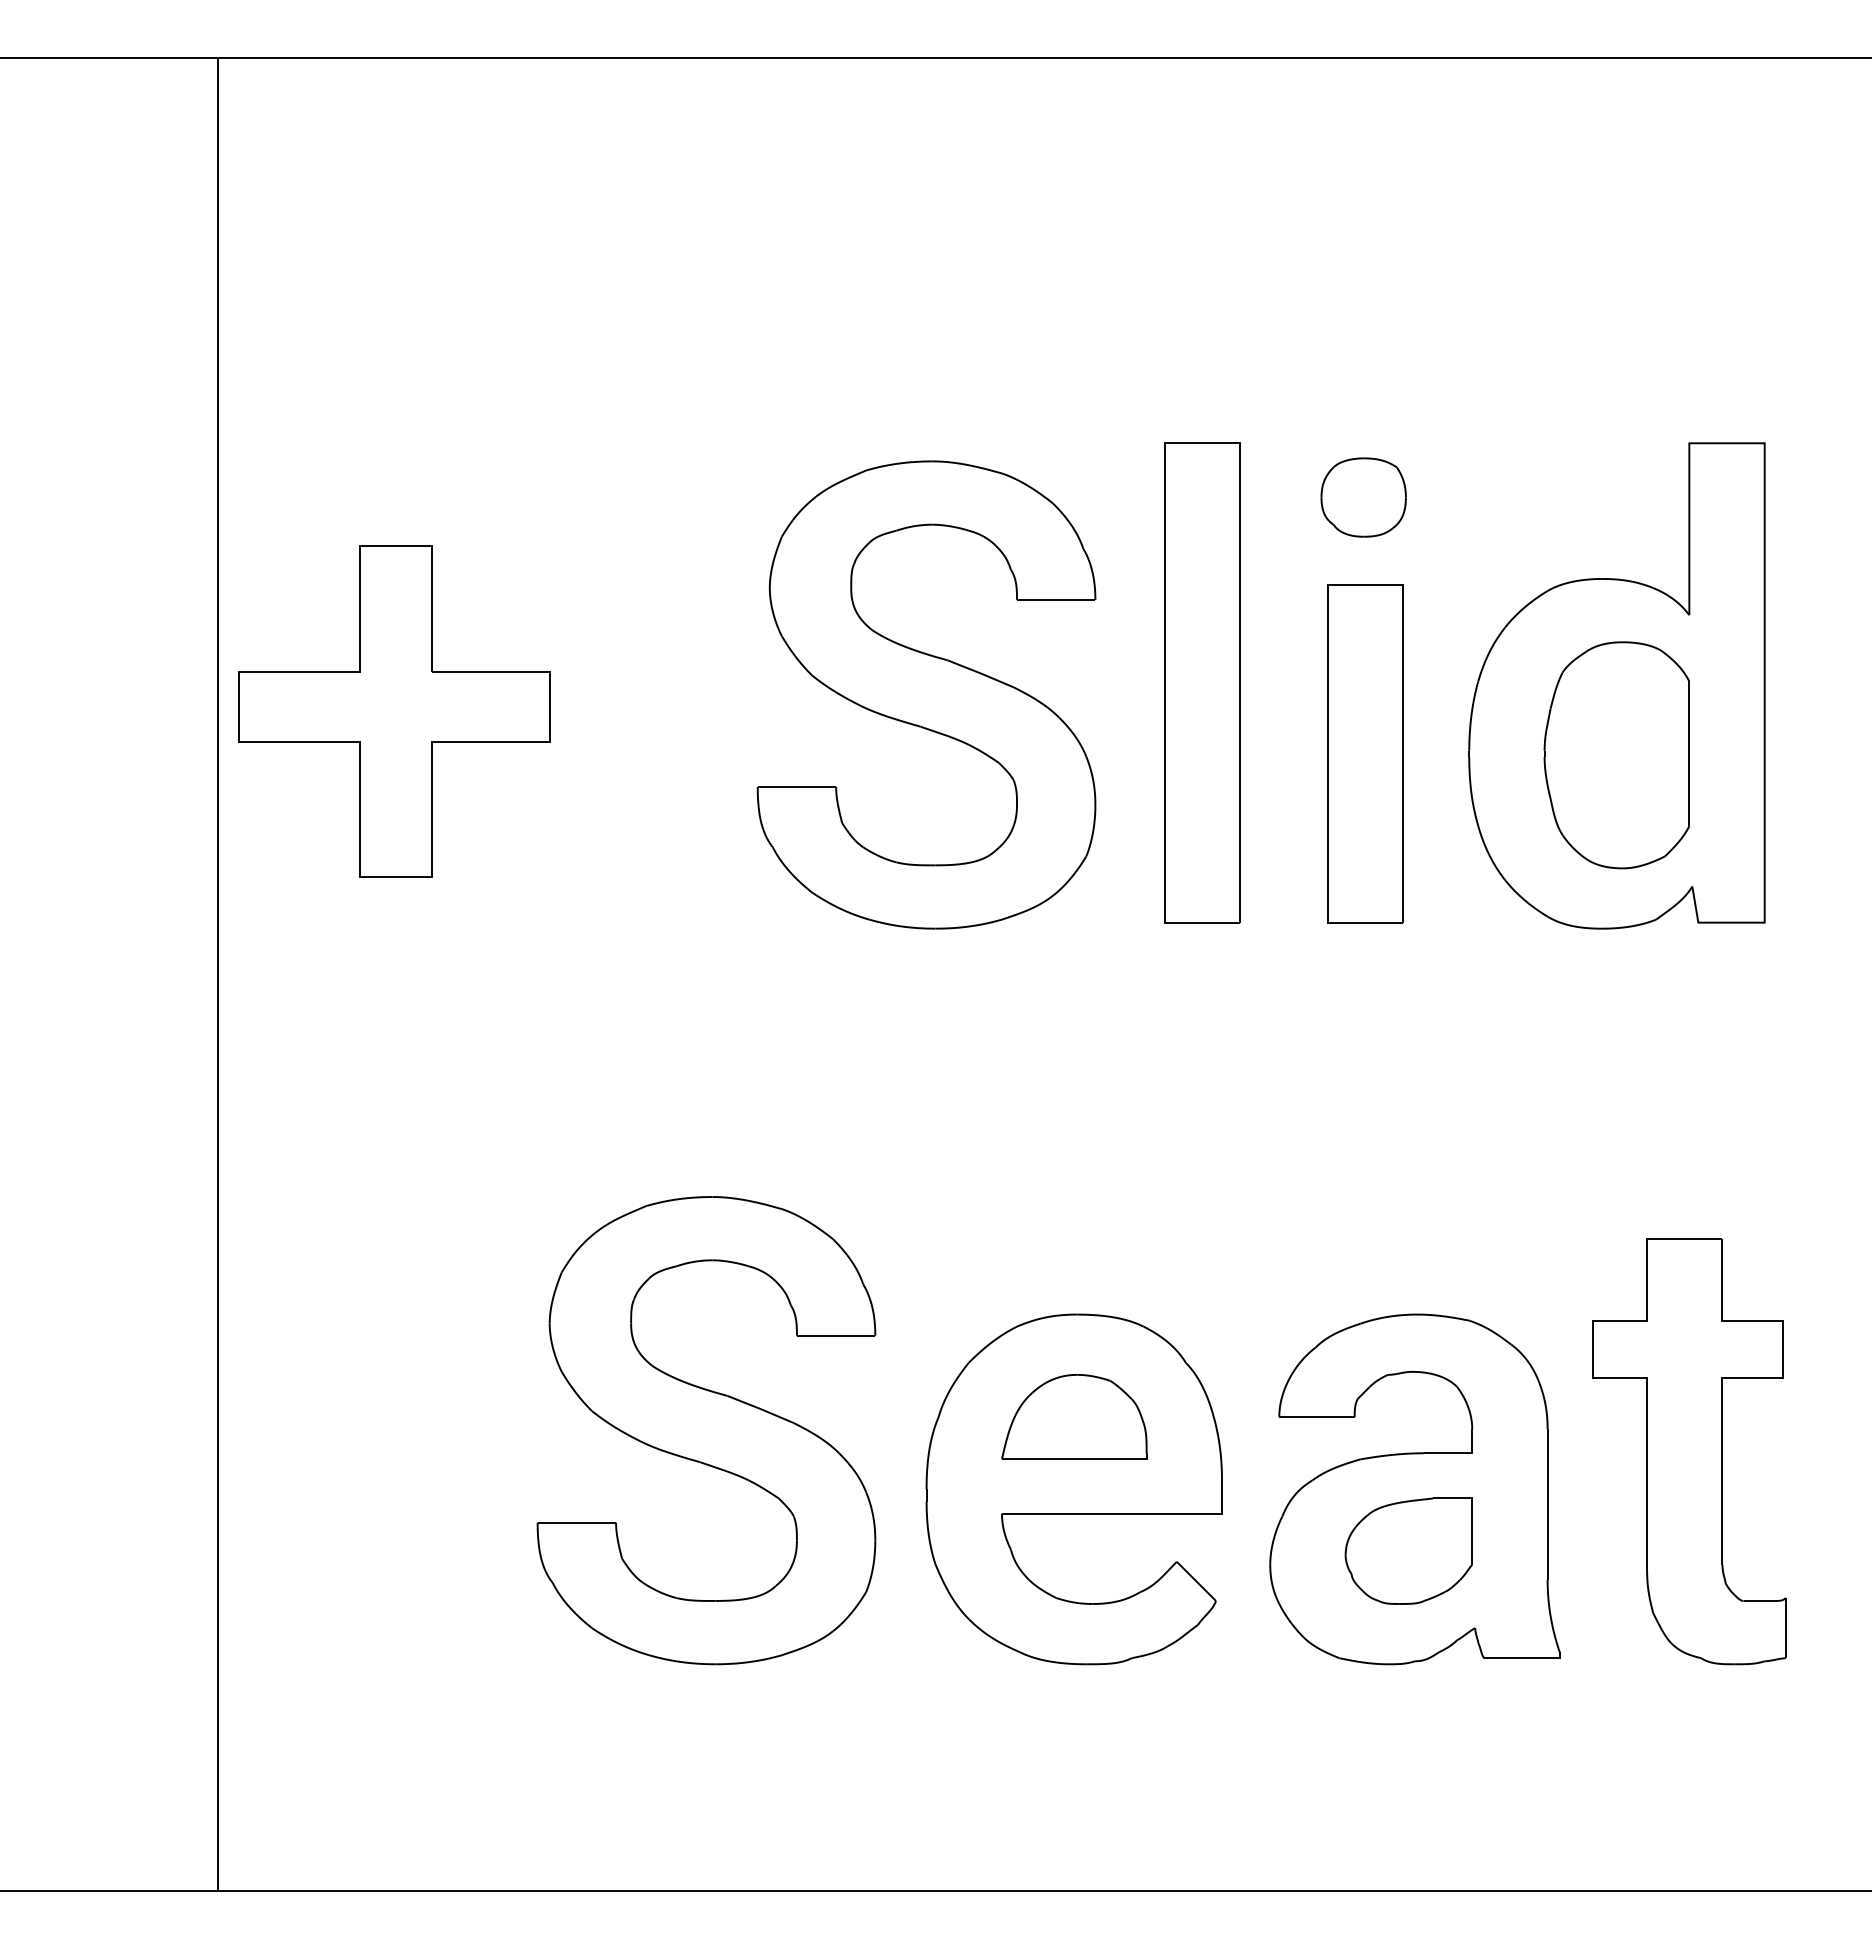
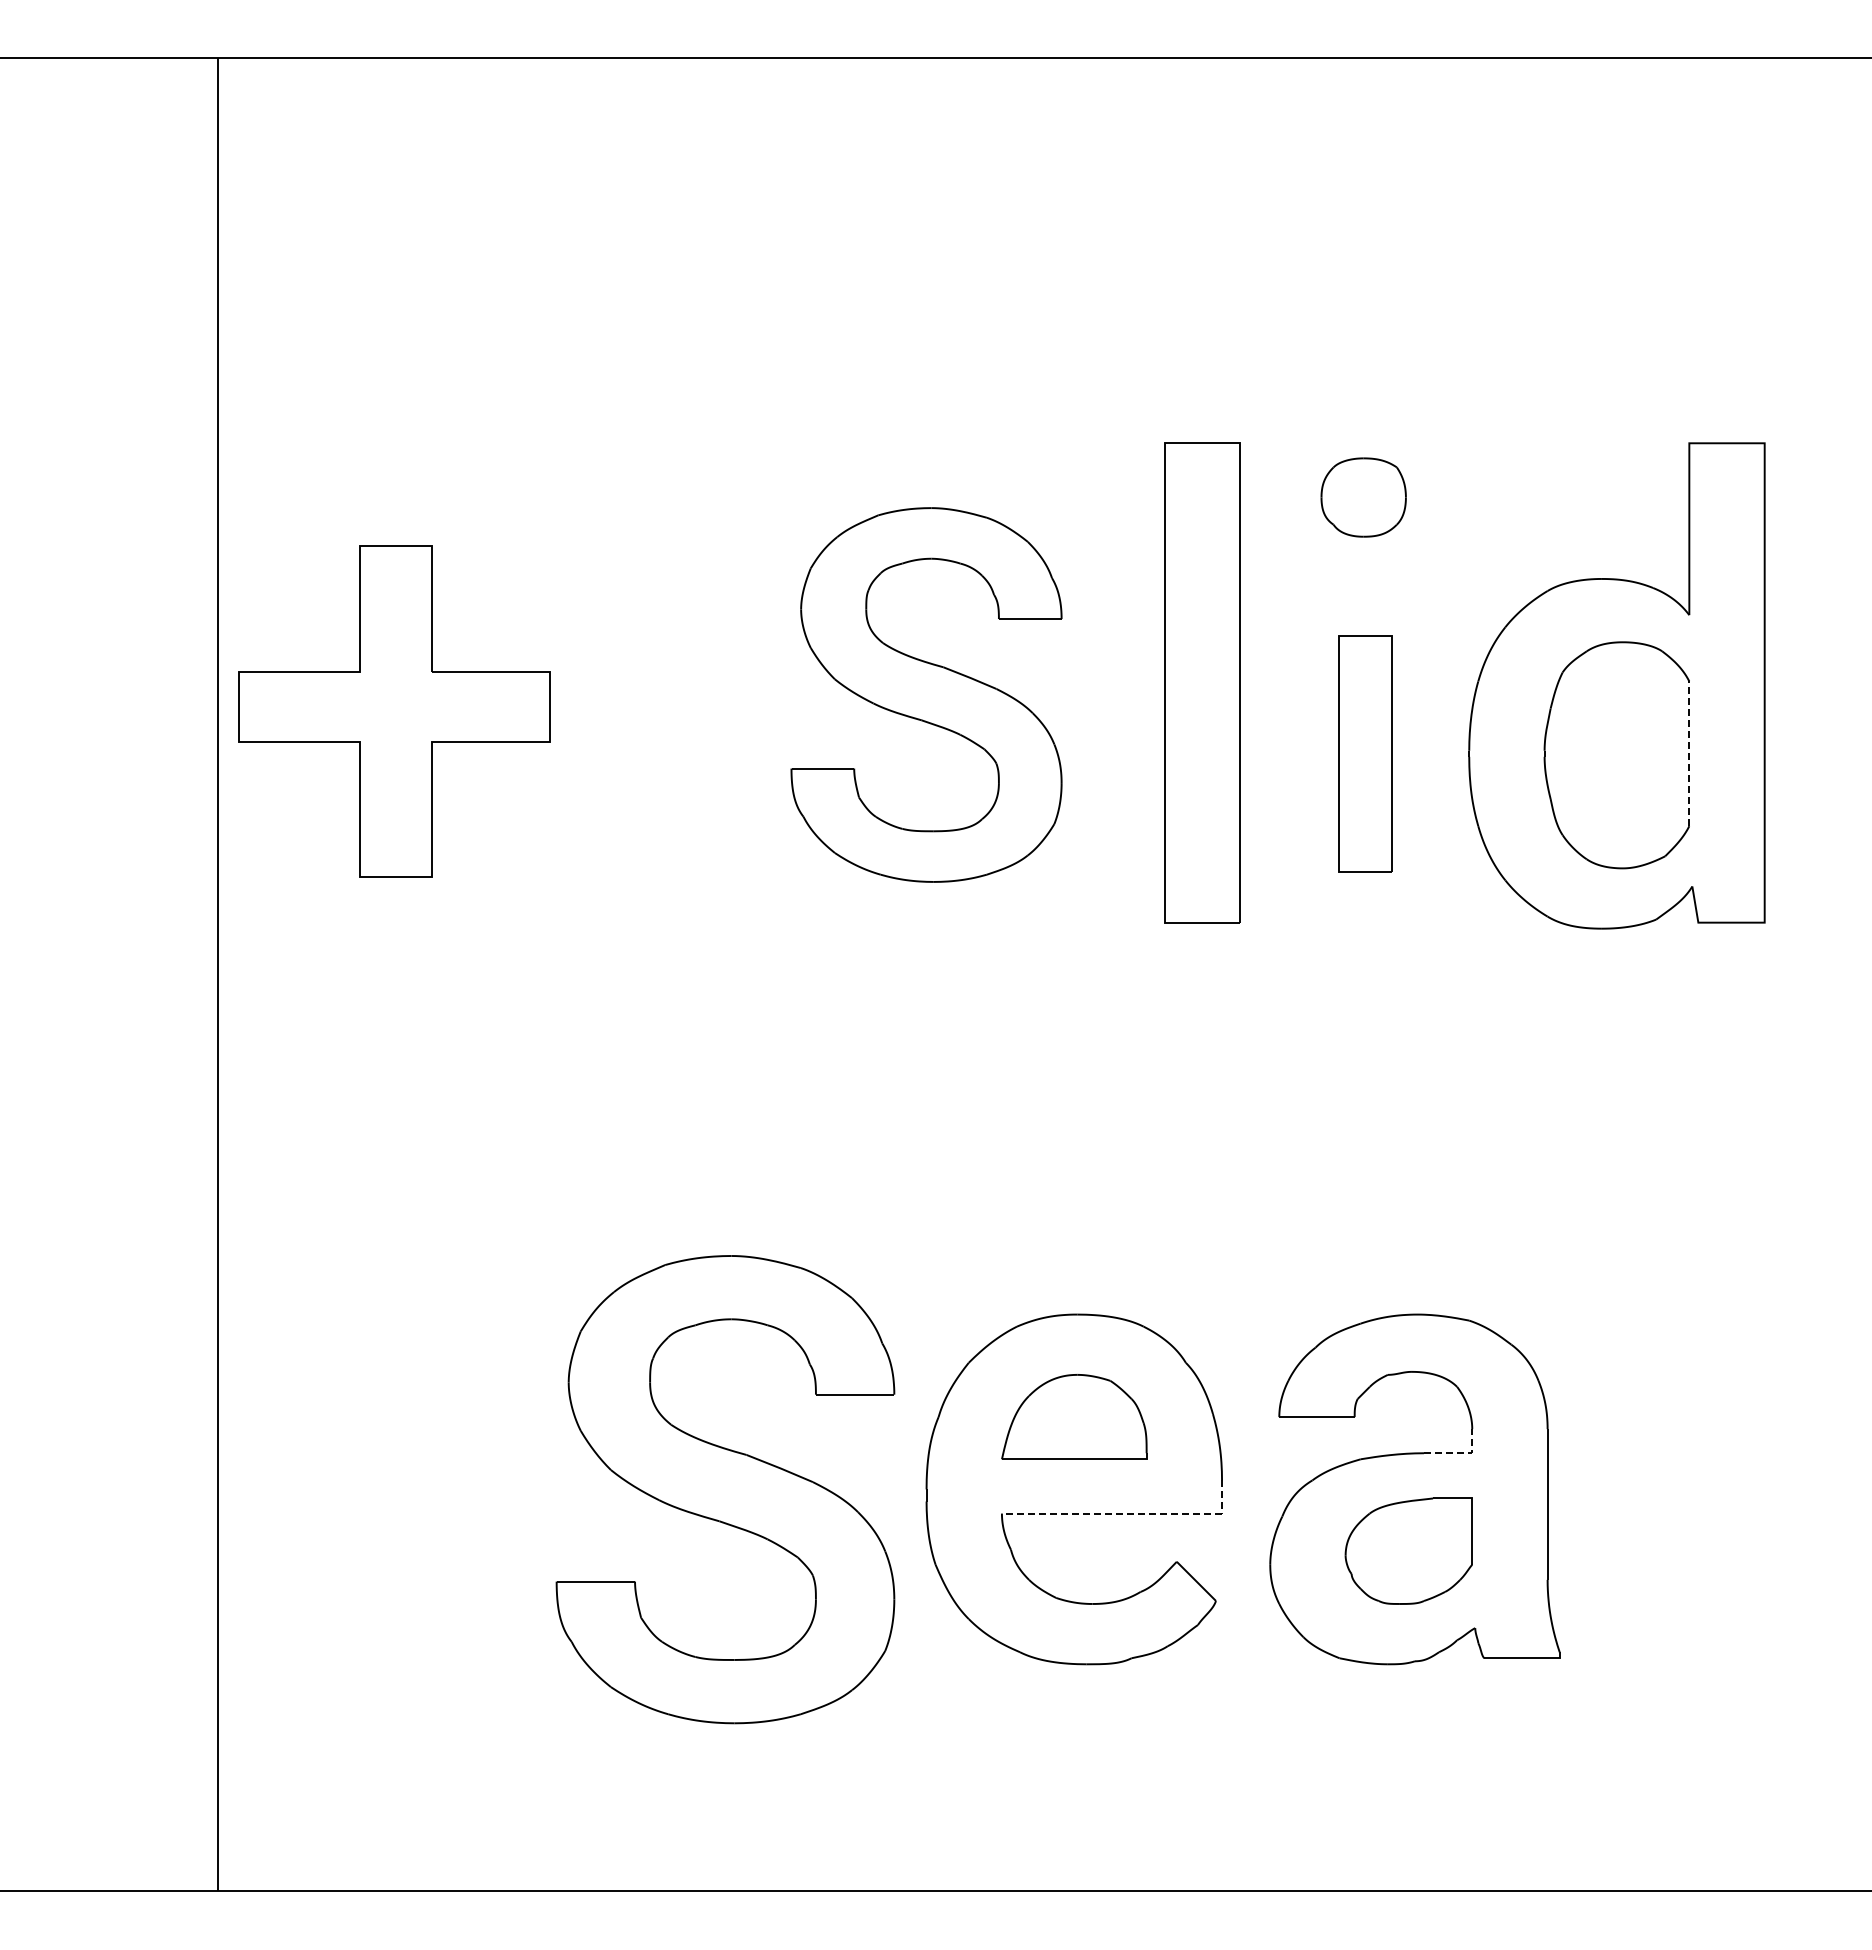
part at (926, 694) size: 341x470 px -> 273x376 px
part at (1365, 753) size: 77x340 px -> 55x238 px
line at (1689, 753): solid -> dashed
part at (706, 1430) position: (706, 1430) -> (725, 1489)
part at (1689, 1451): present -> none
line at (1461, 1453): solid -> dashed
line at (1129, 1513): solid -> dashed
